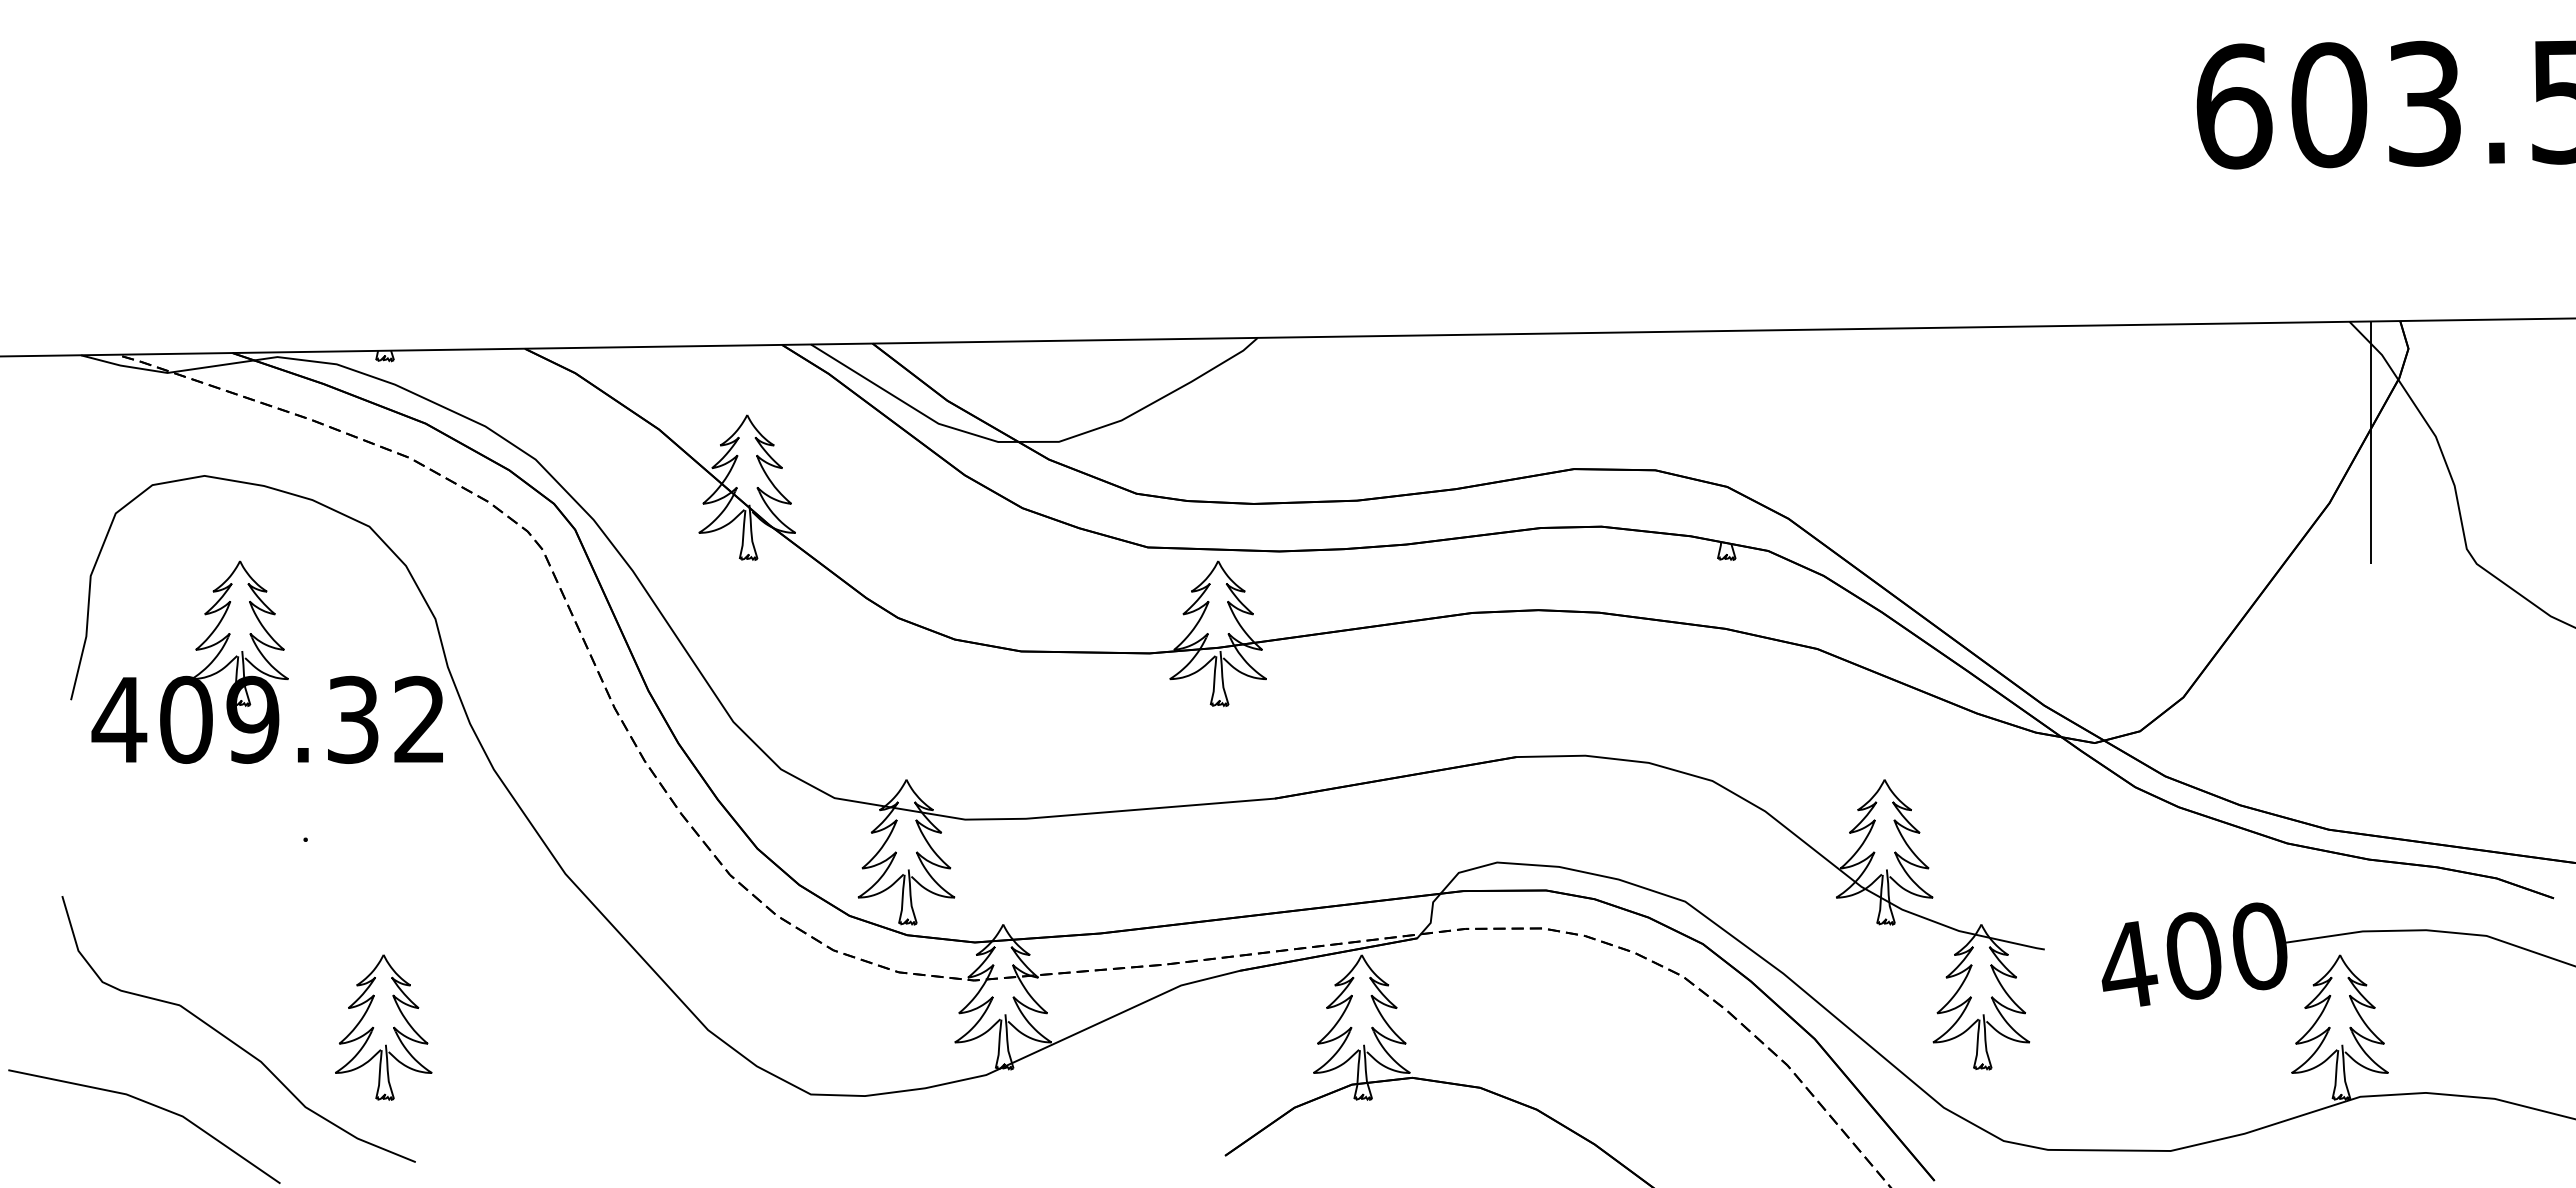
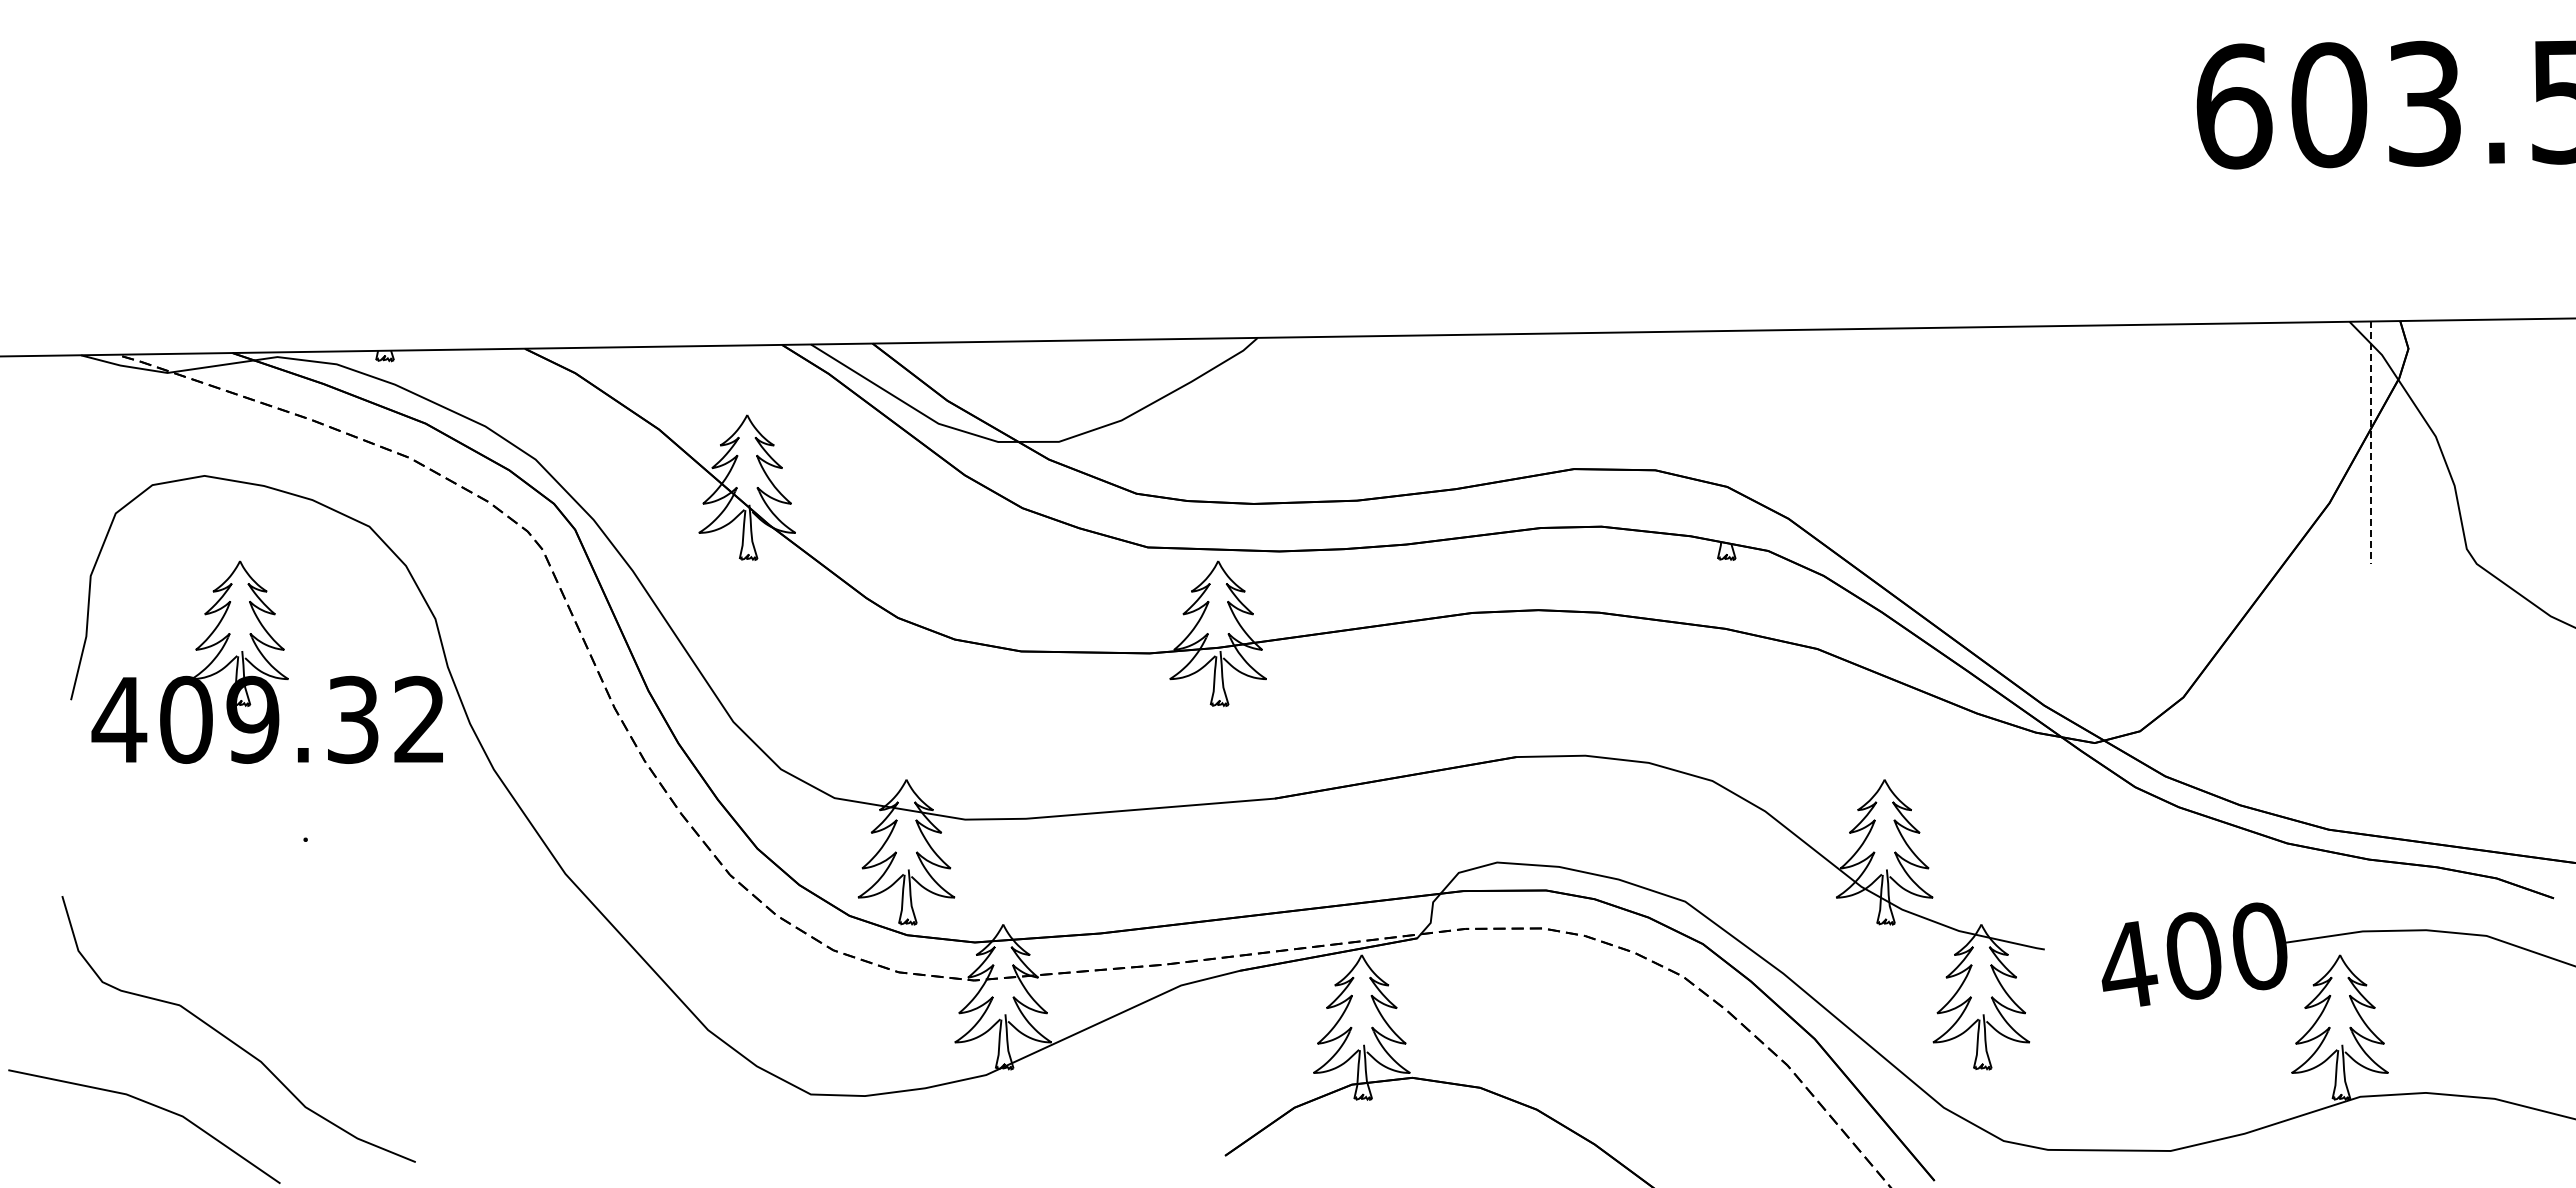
line at (2370, 442): solid -> dashed
part at (383, 1027): present -> none
